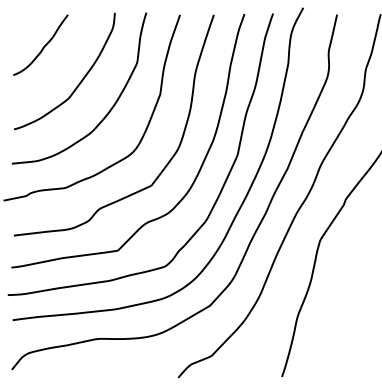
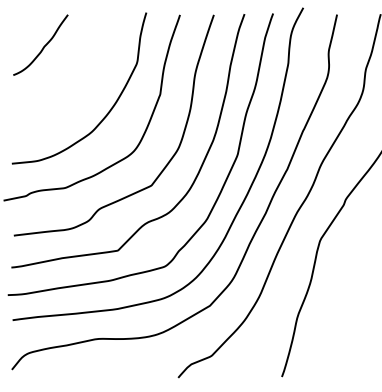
curve at (78, 83): present -> none
